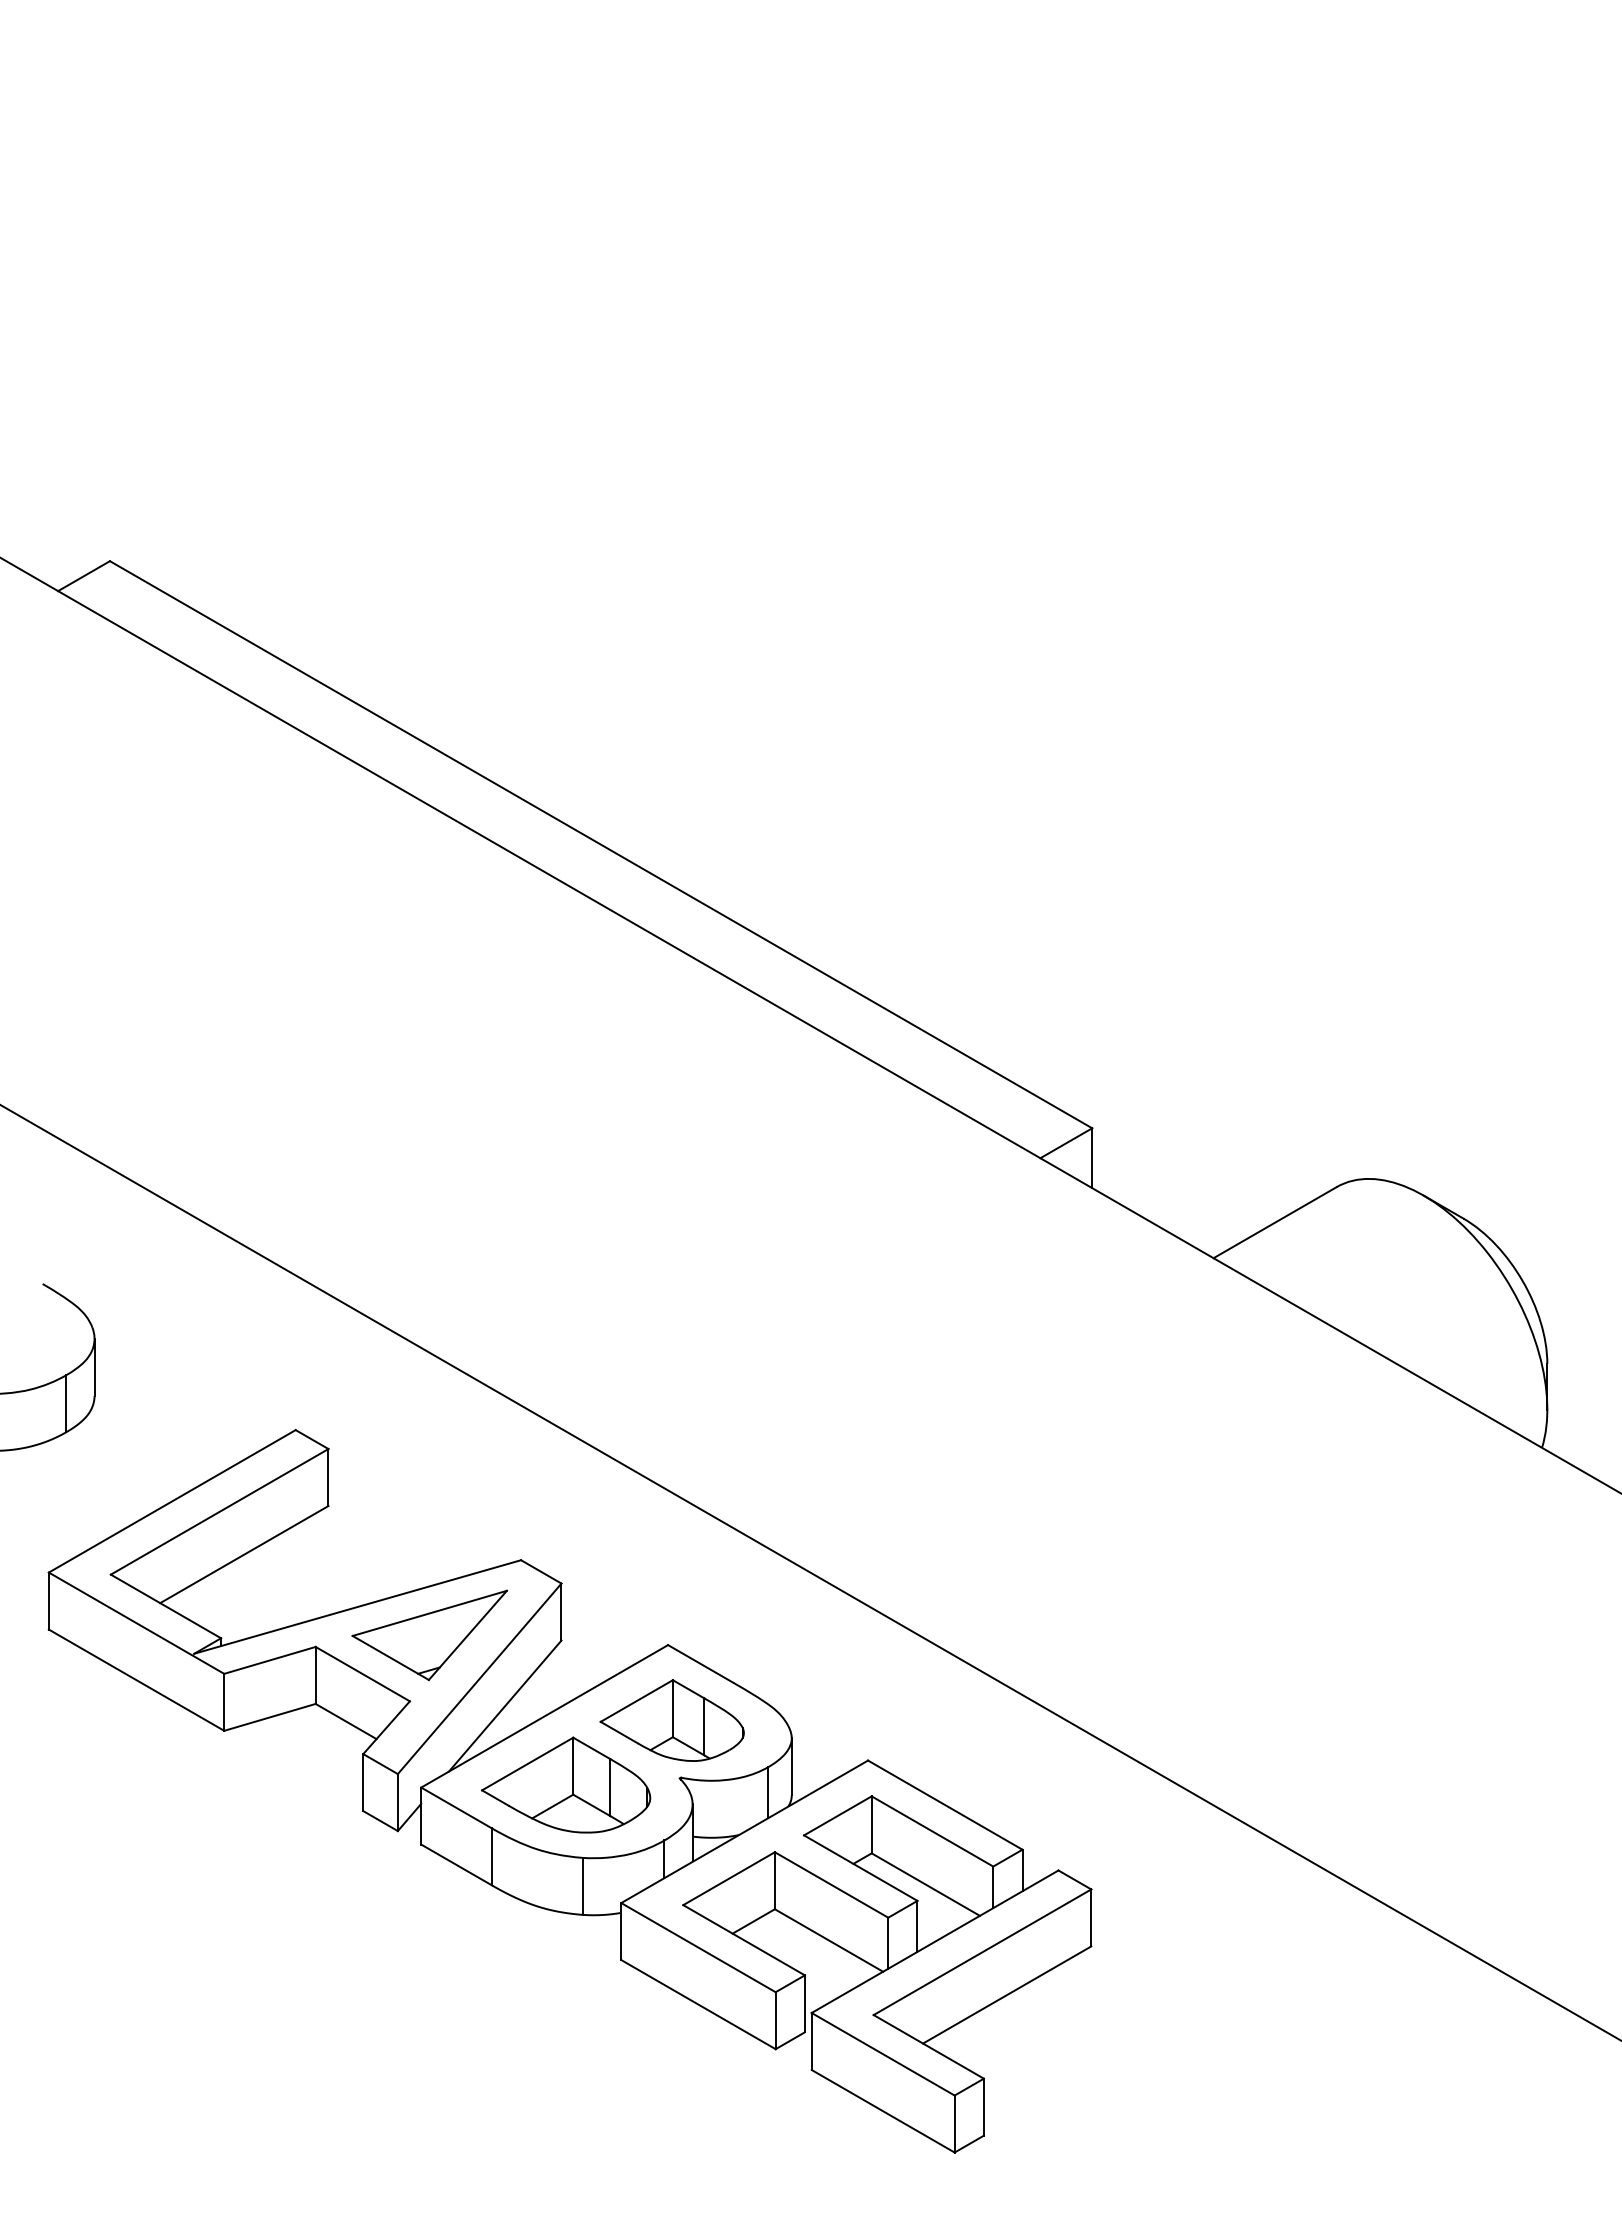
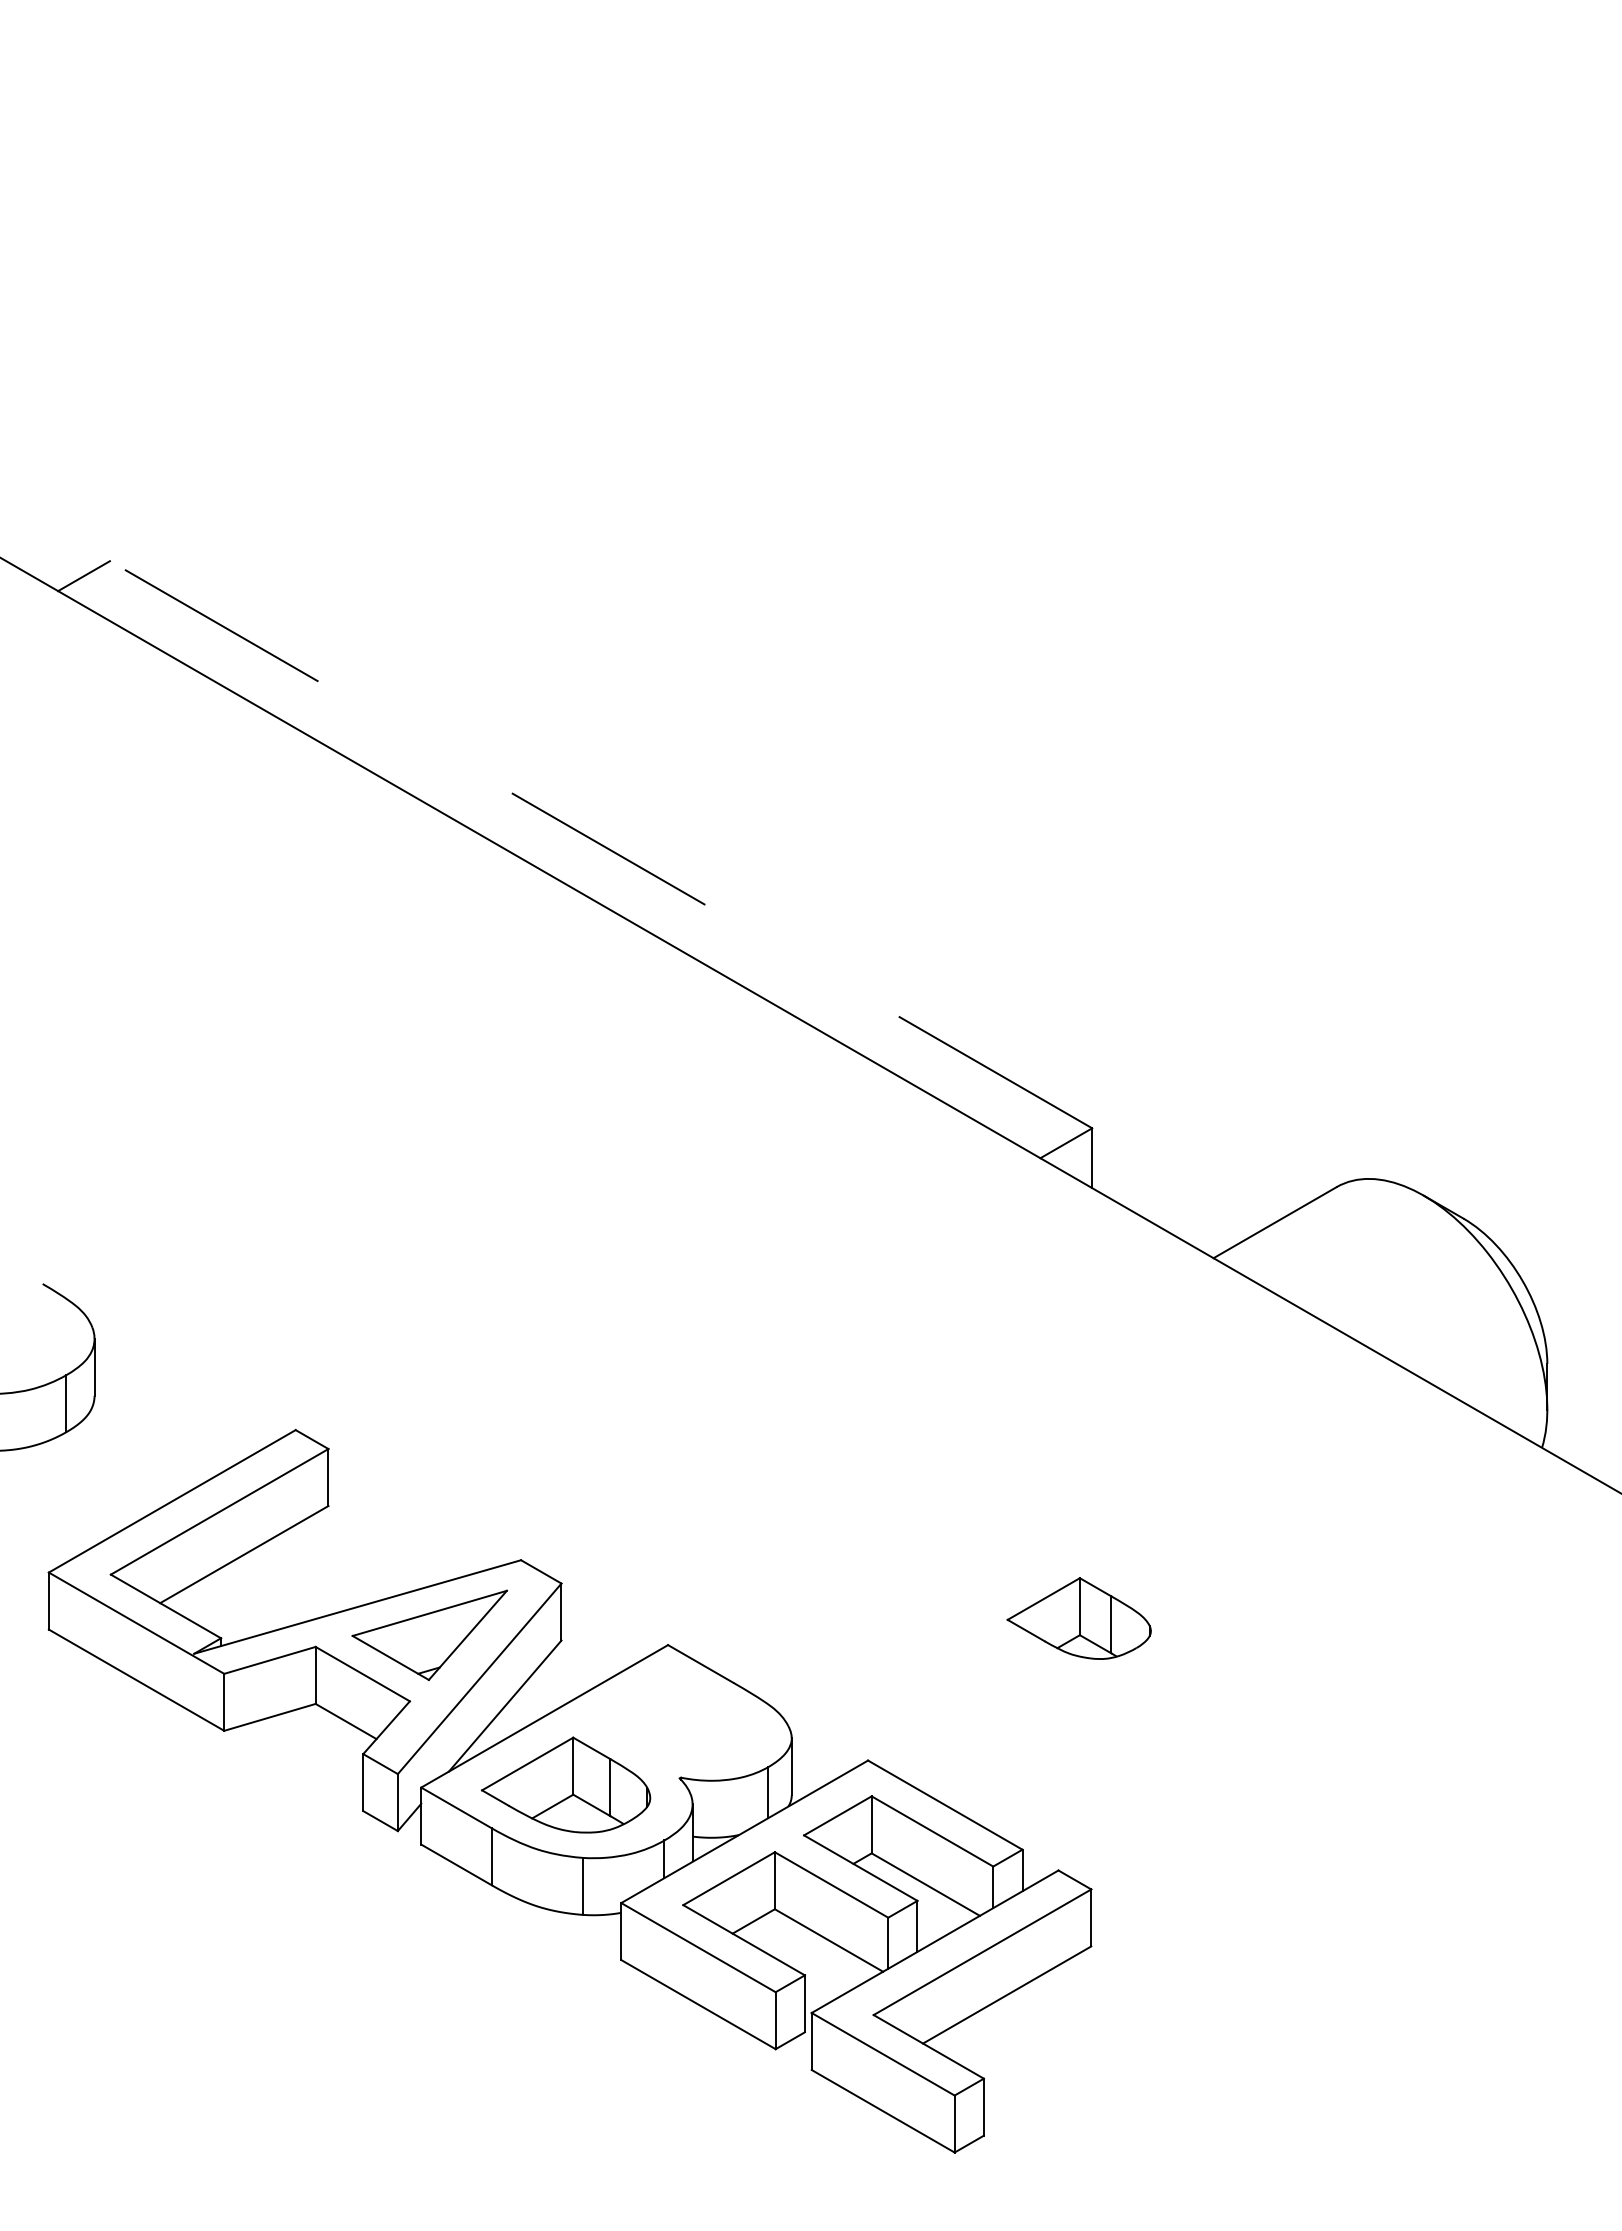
line at (600, 844): solid -> dashed
line at (810, 1572): present -> none
part at (671, 1720) position: (671, 1720) -> (1078, 1618)
